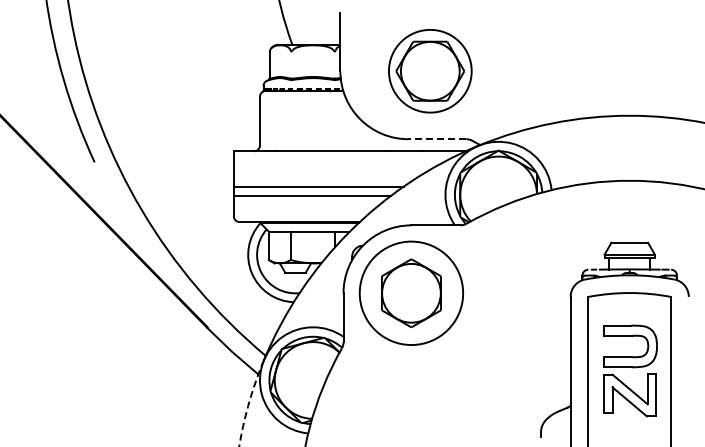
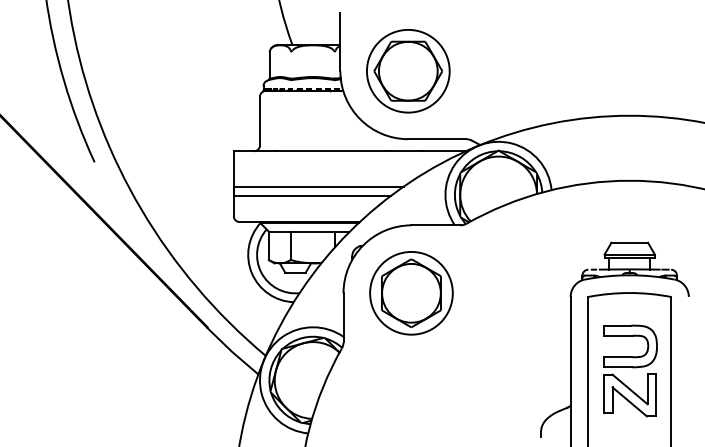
part at (430, 71) position: (430, 71) -> (408, 71)
line at (437, 139): dashed -> solid
circle at (411, 293) diameter: 103 px -> 83 px
arc at (249, 402): dashed -> solid
